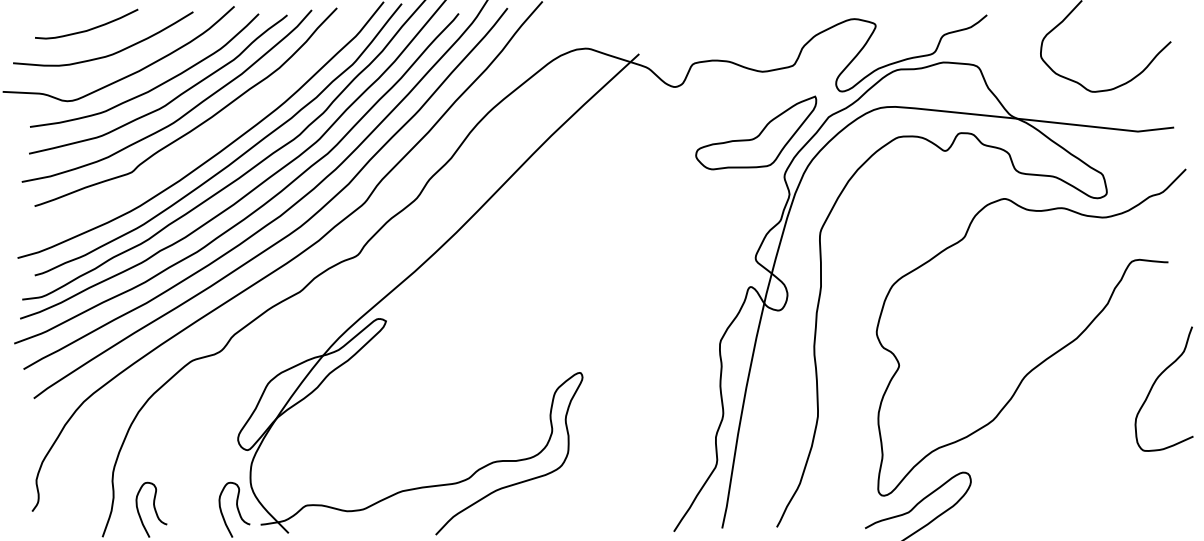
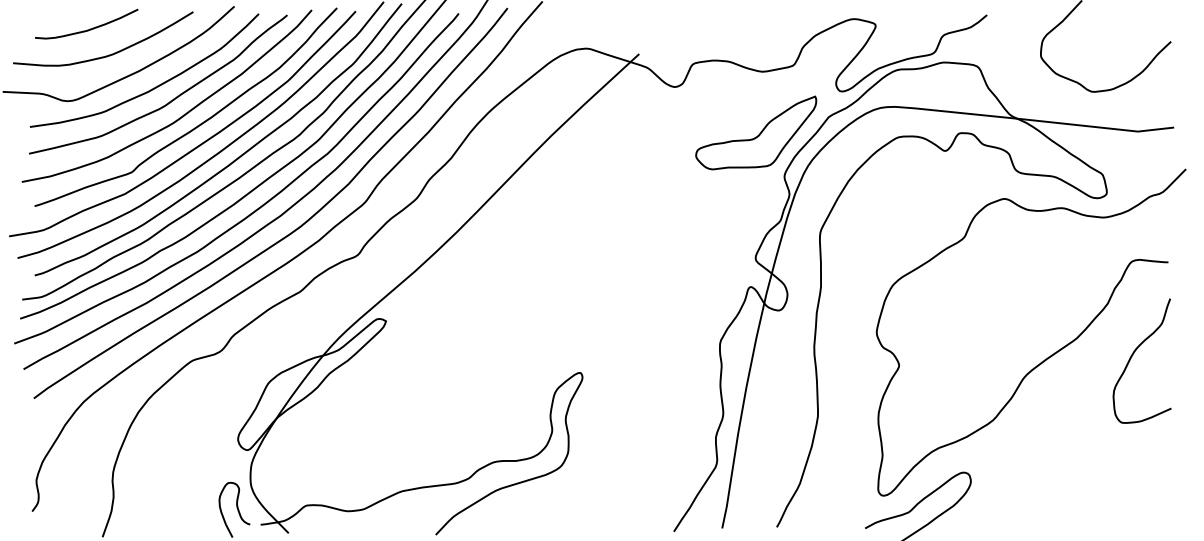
curve at (197, 145): none -> present
curve at (1155, 383) position: (1155, 383) -> (1133, 355)
curve at (153, 508): present -> none
